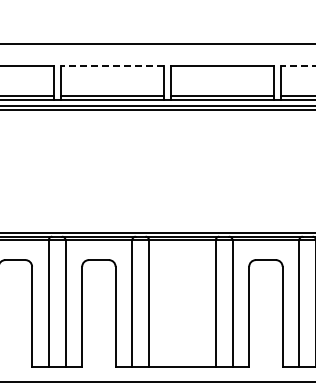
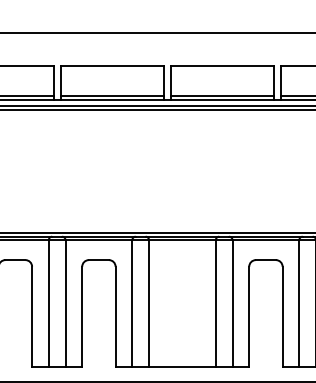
line at (157, 43) position: (157, 43) -> (157, 32)
line at (112, 66): dashed -> solid
line at (297, 66): dashed -> solid
